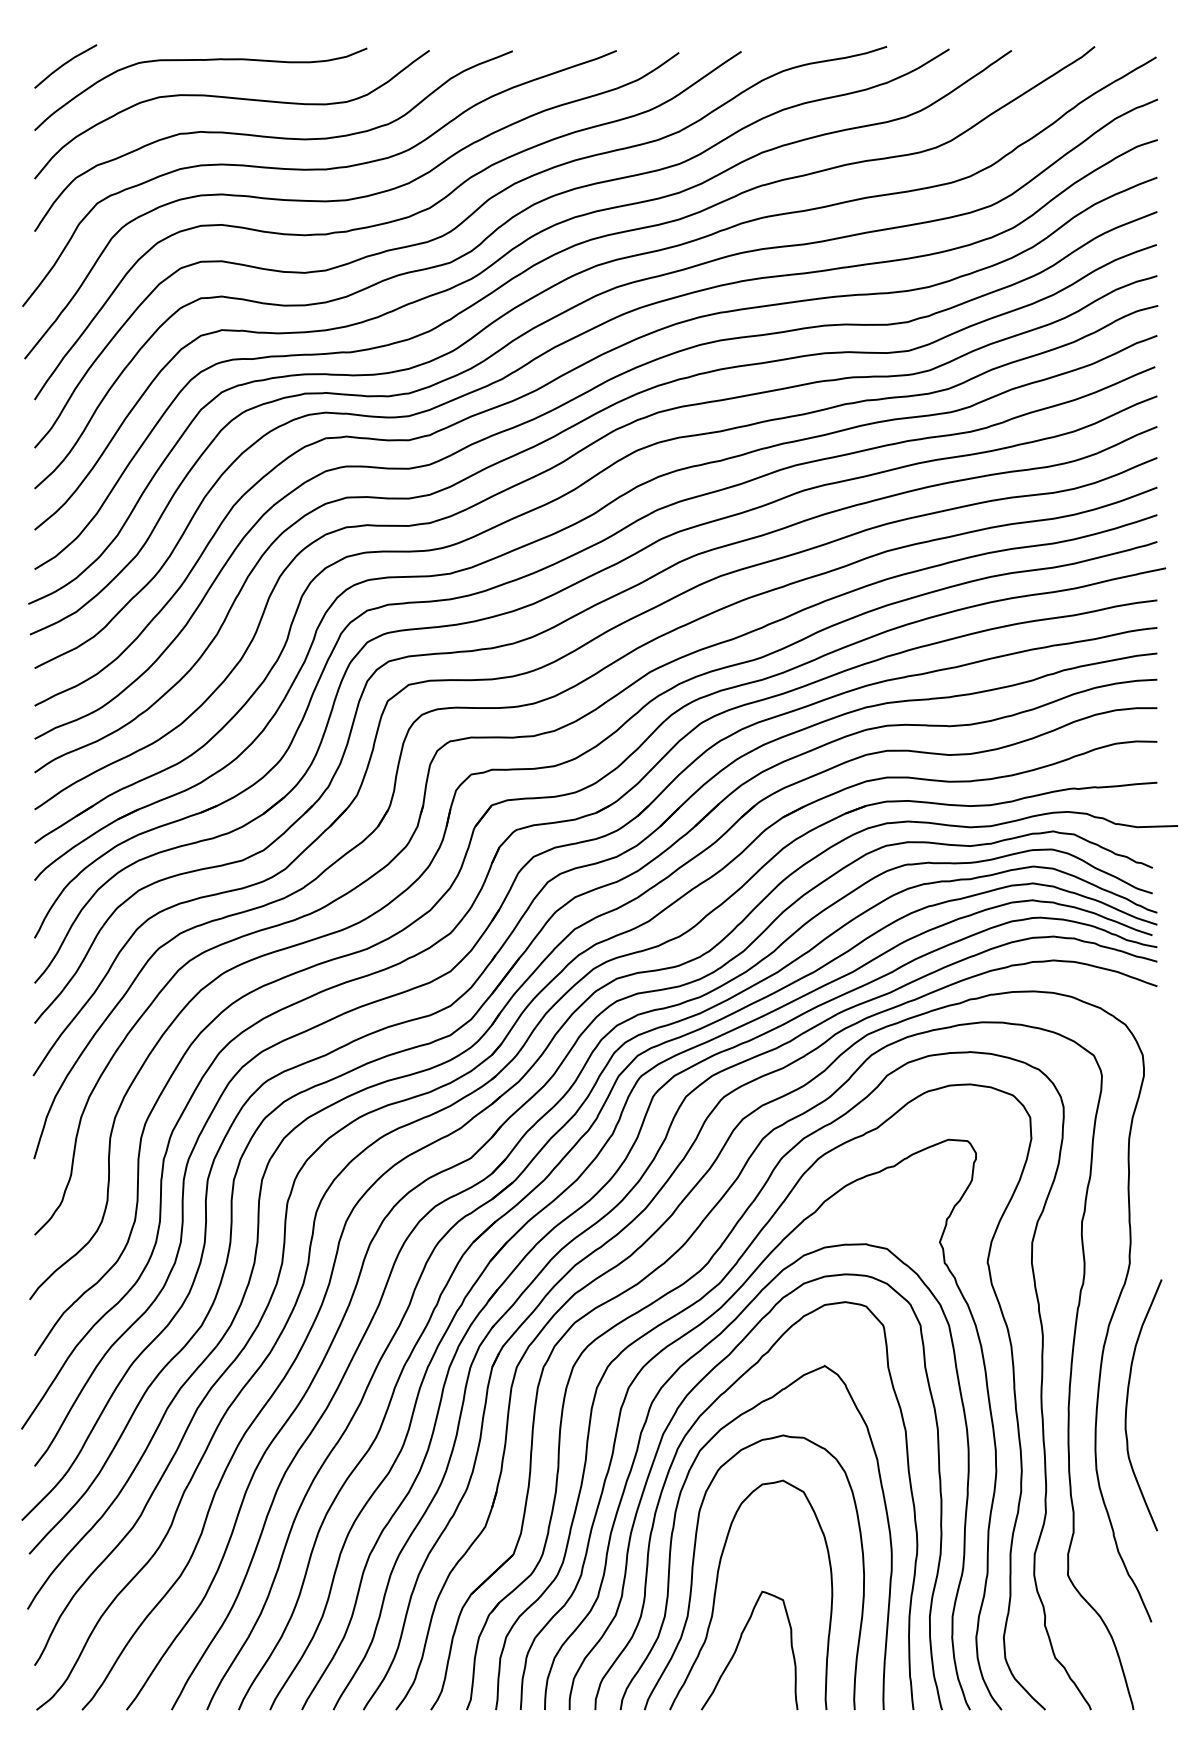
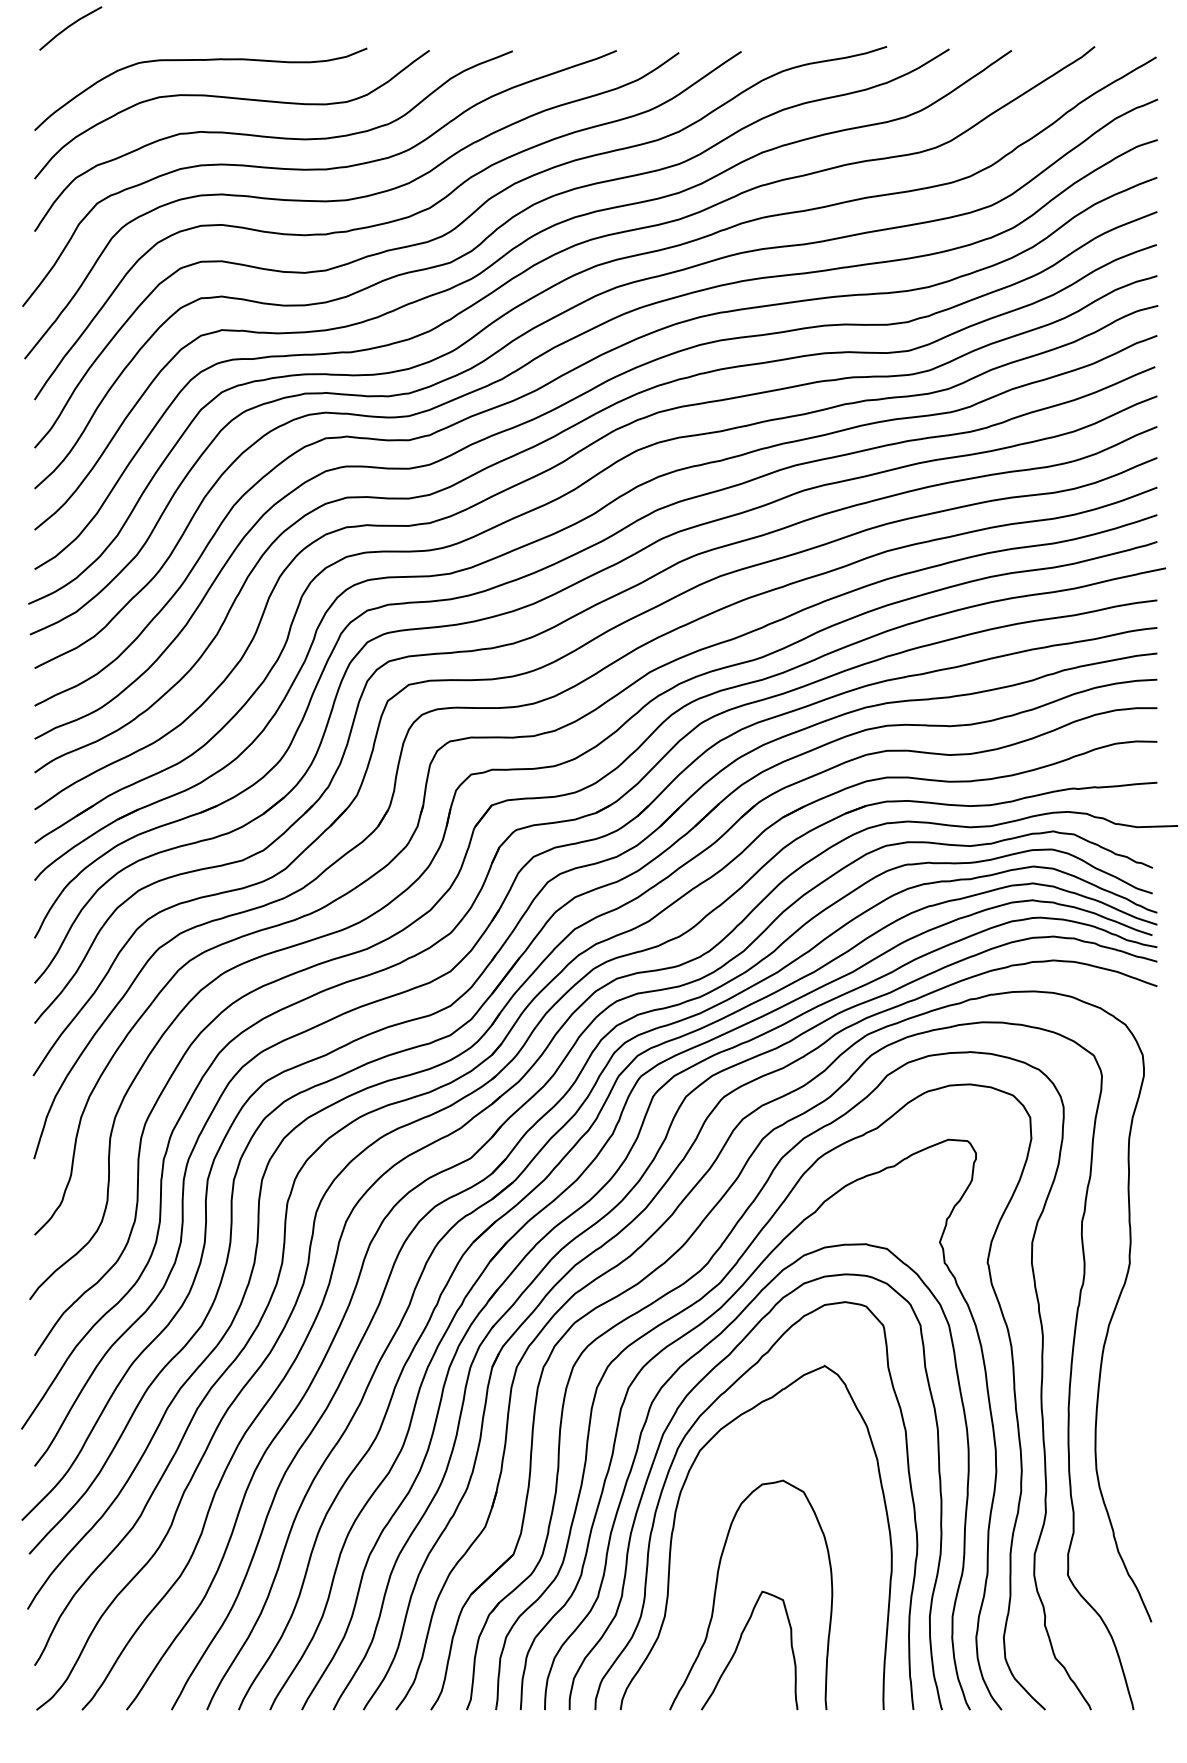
line at (64, 65) position: (64, 65) -> (69, 27)
curve at (1127, 1405): present -> none
curve at (694, 1561): present -> none
